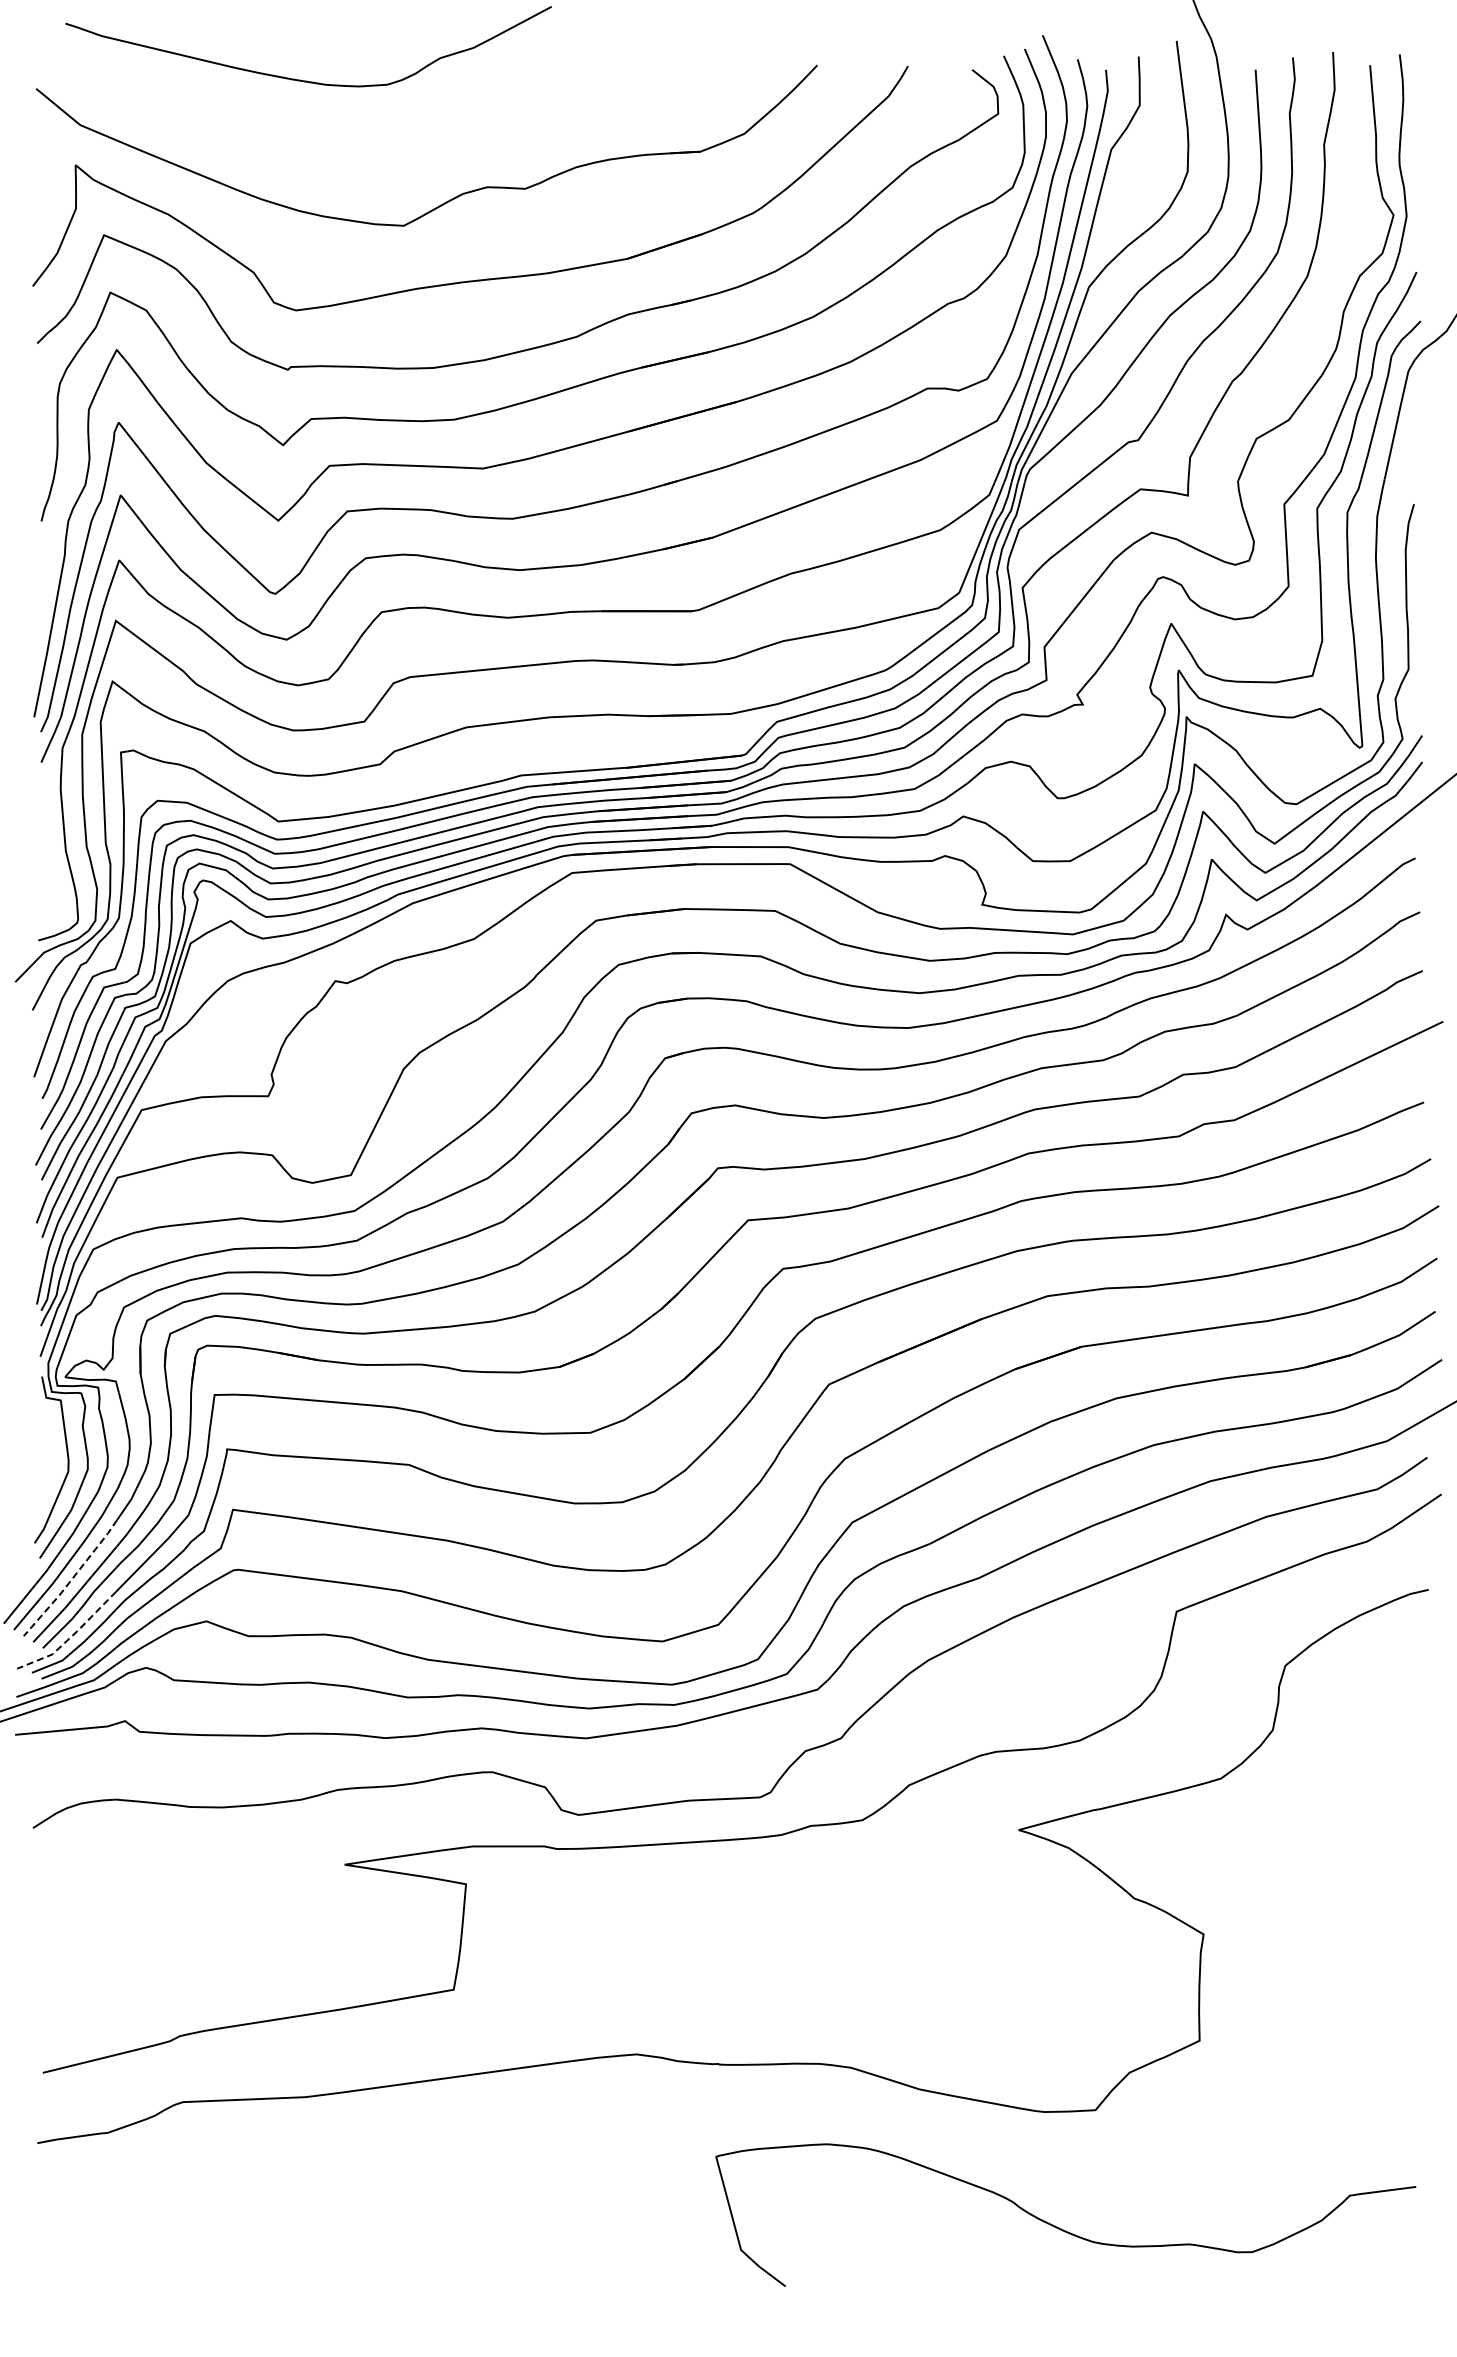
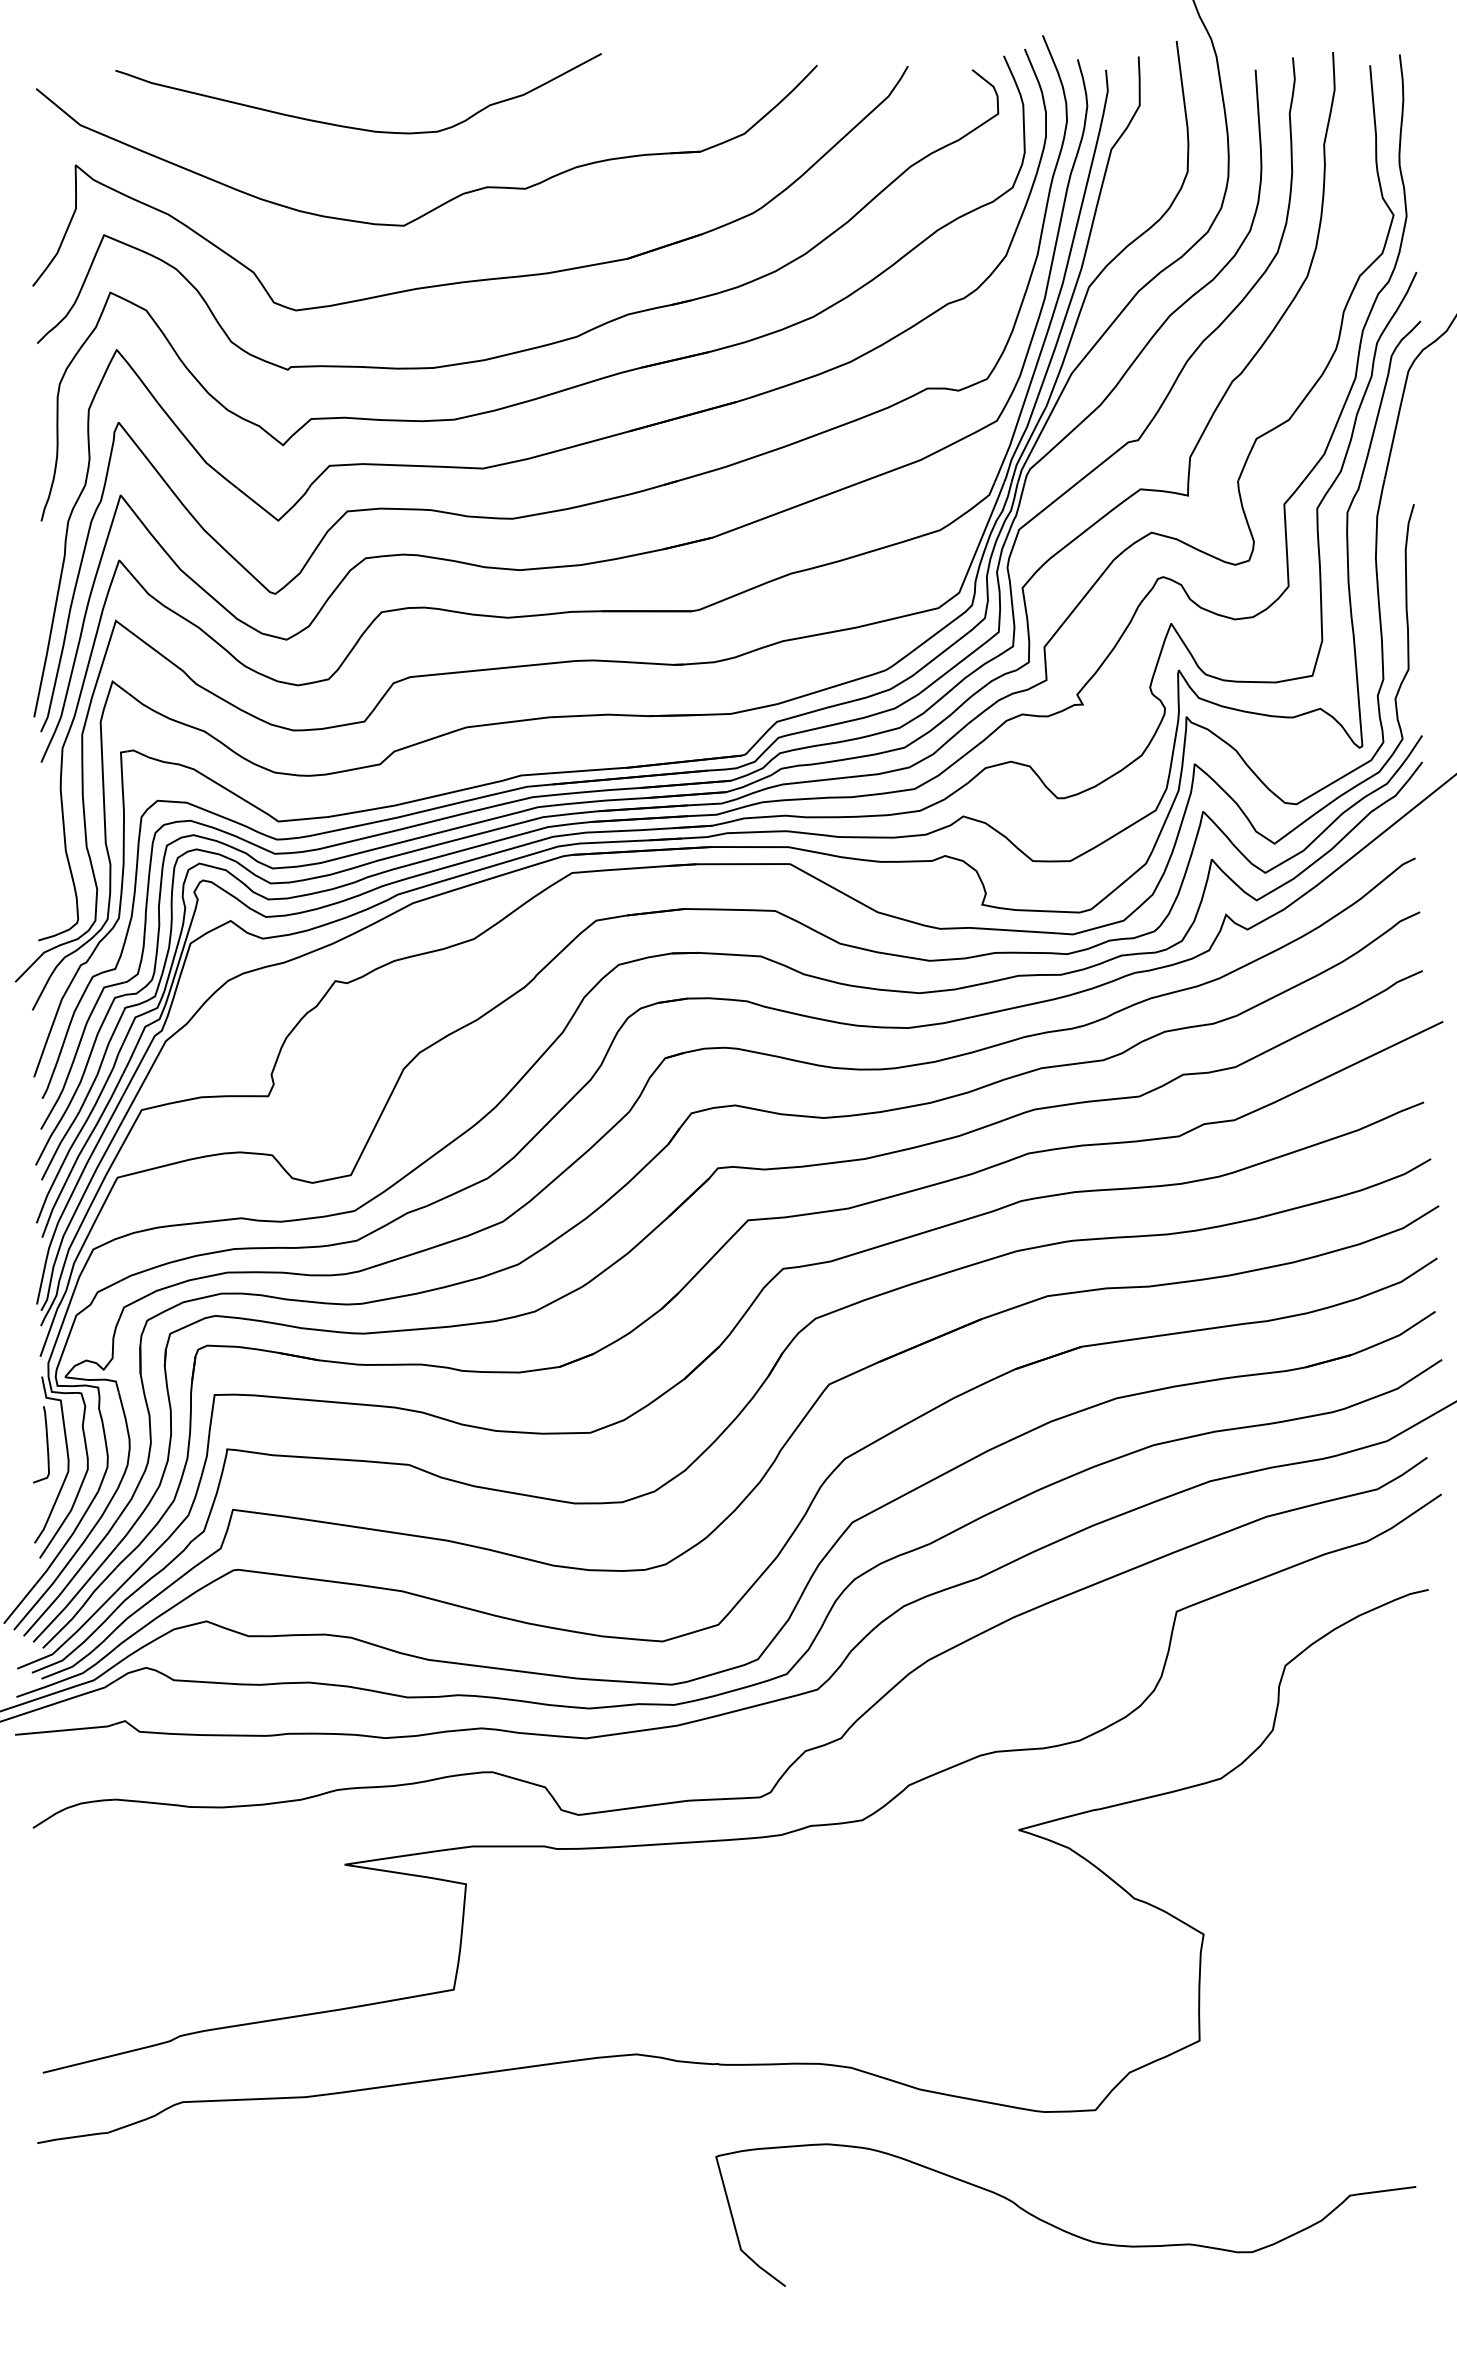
curve at (300, 79) position: (300, 79) -> (350, 126)
curve at (46, 1444): none -> present
line at (71, 1579): dashed -> solid
line at (70, 1637): dashed -> solid
